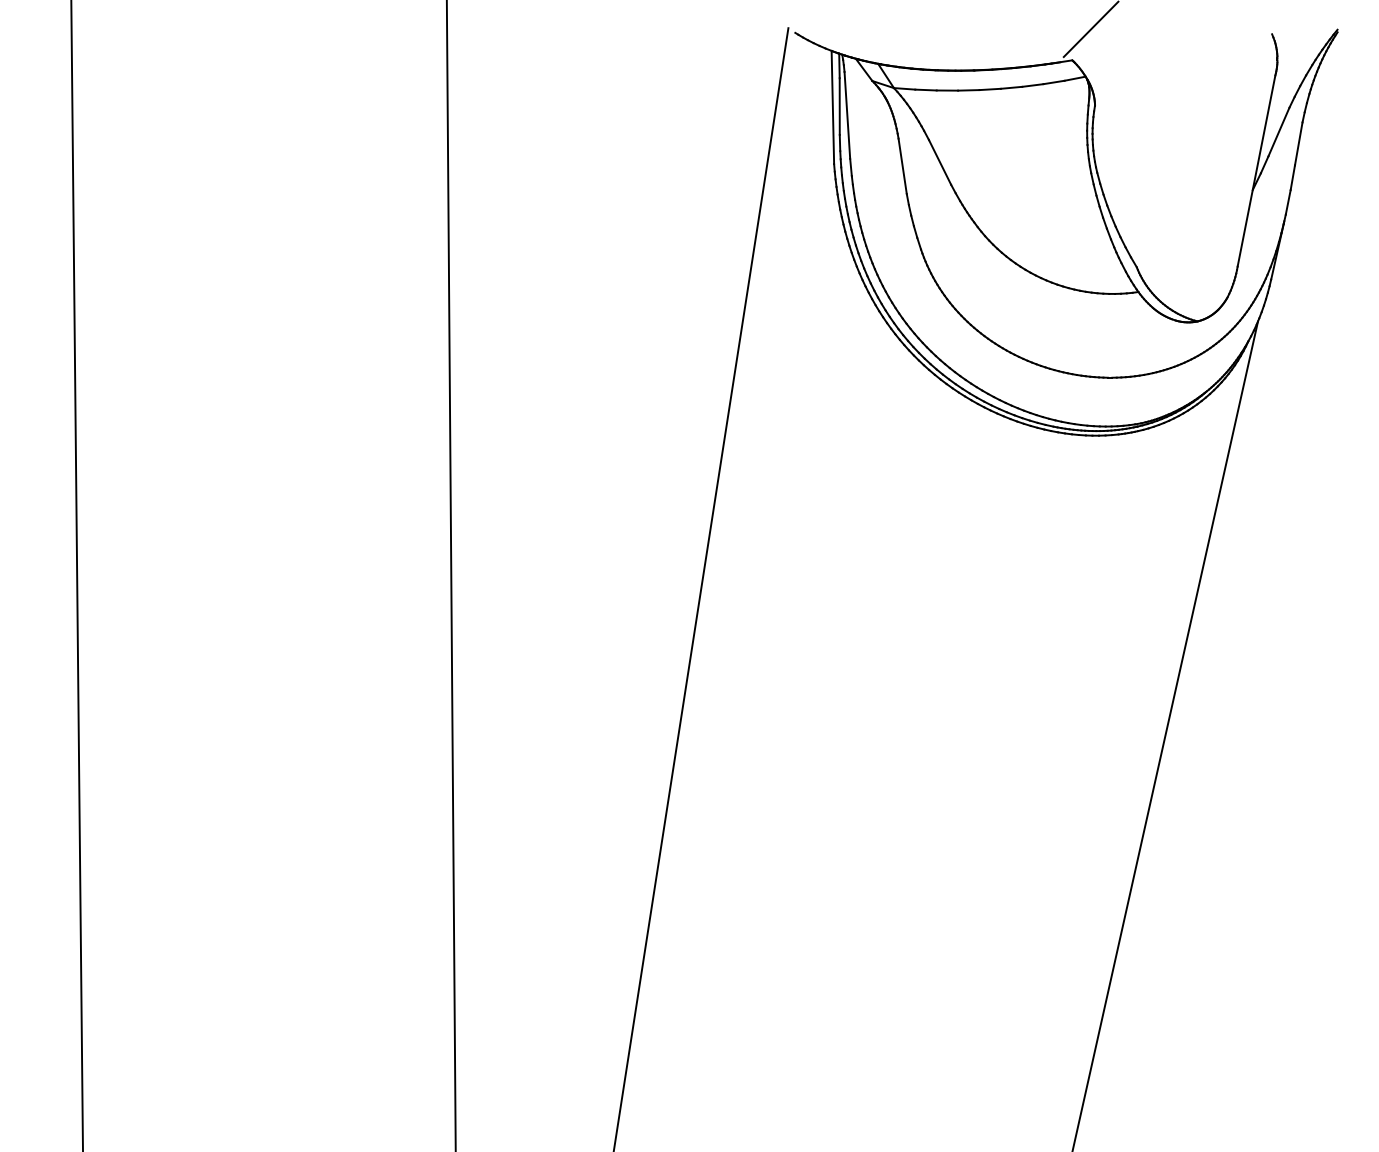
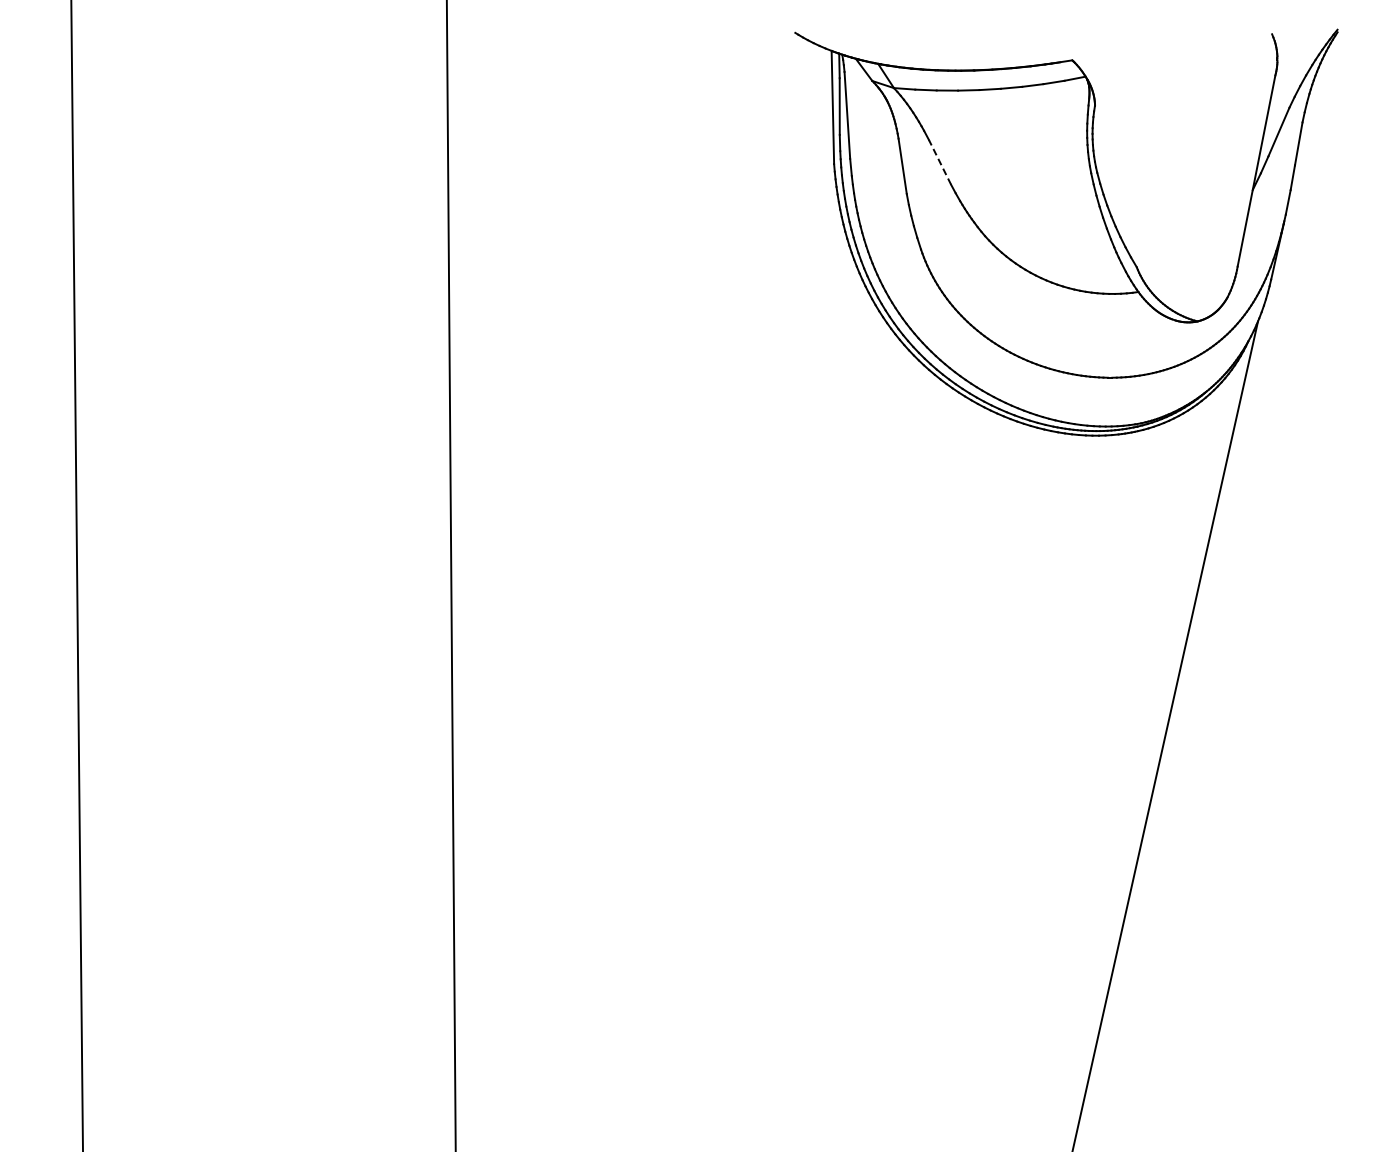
line at (1090, 29): present -> none
line at (939, 161): solid -> dashed
line at (701, 588): present -> none
